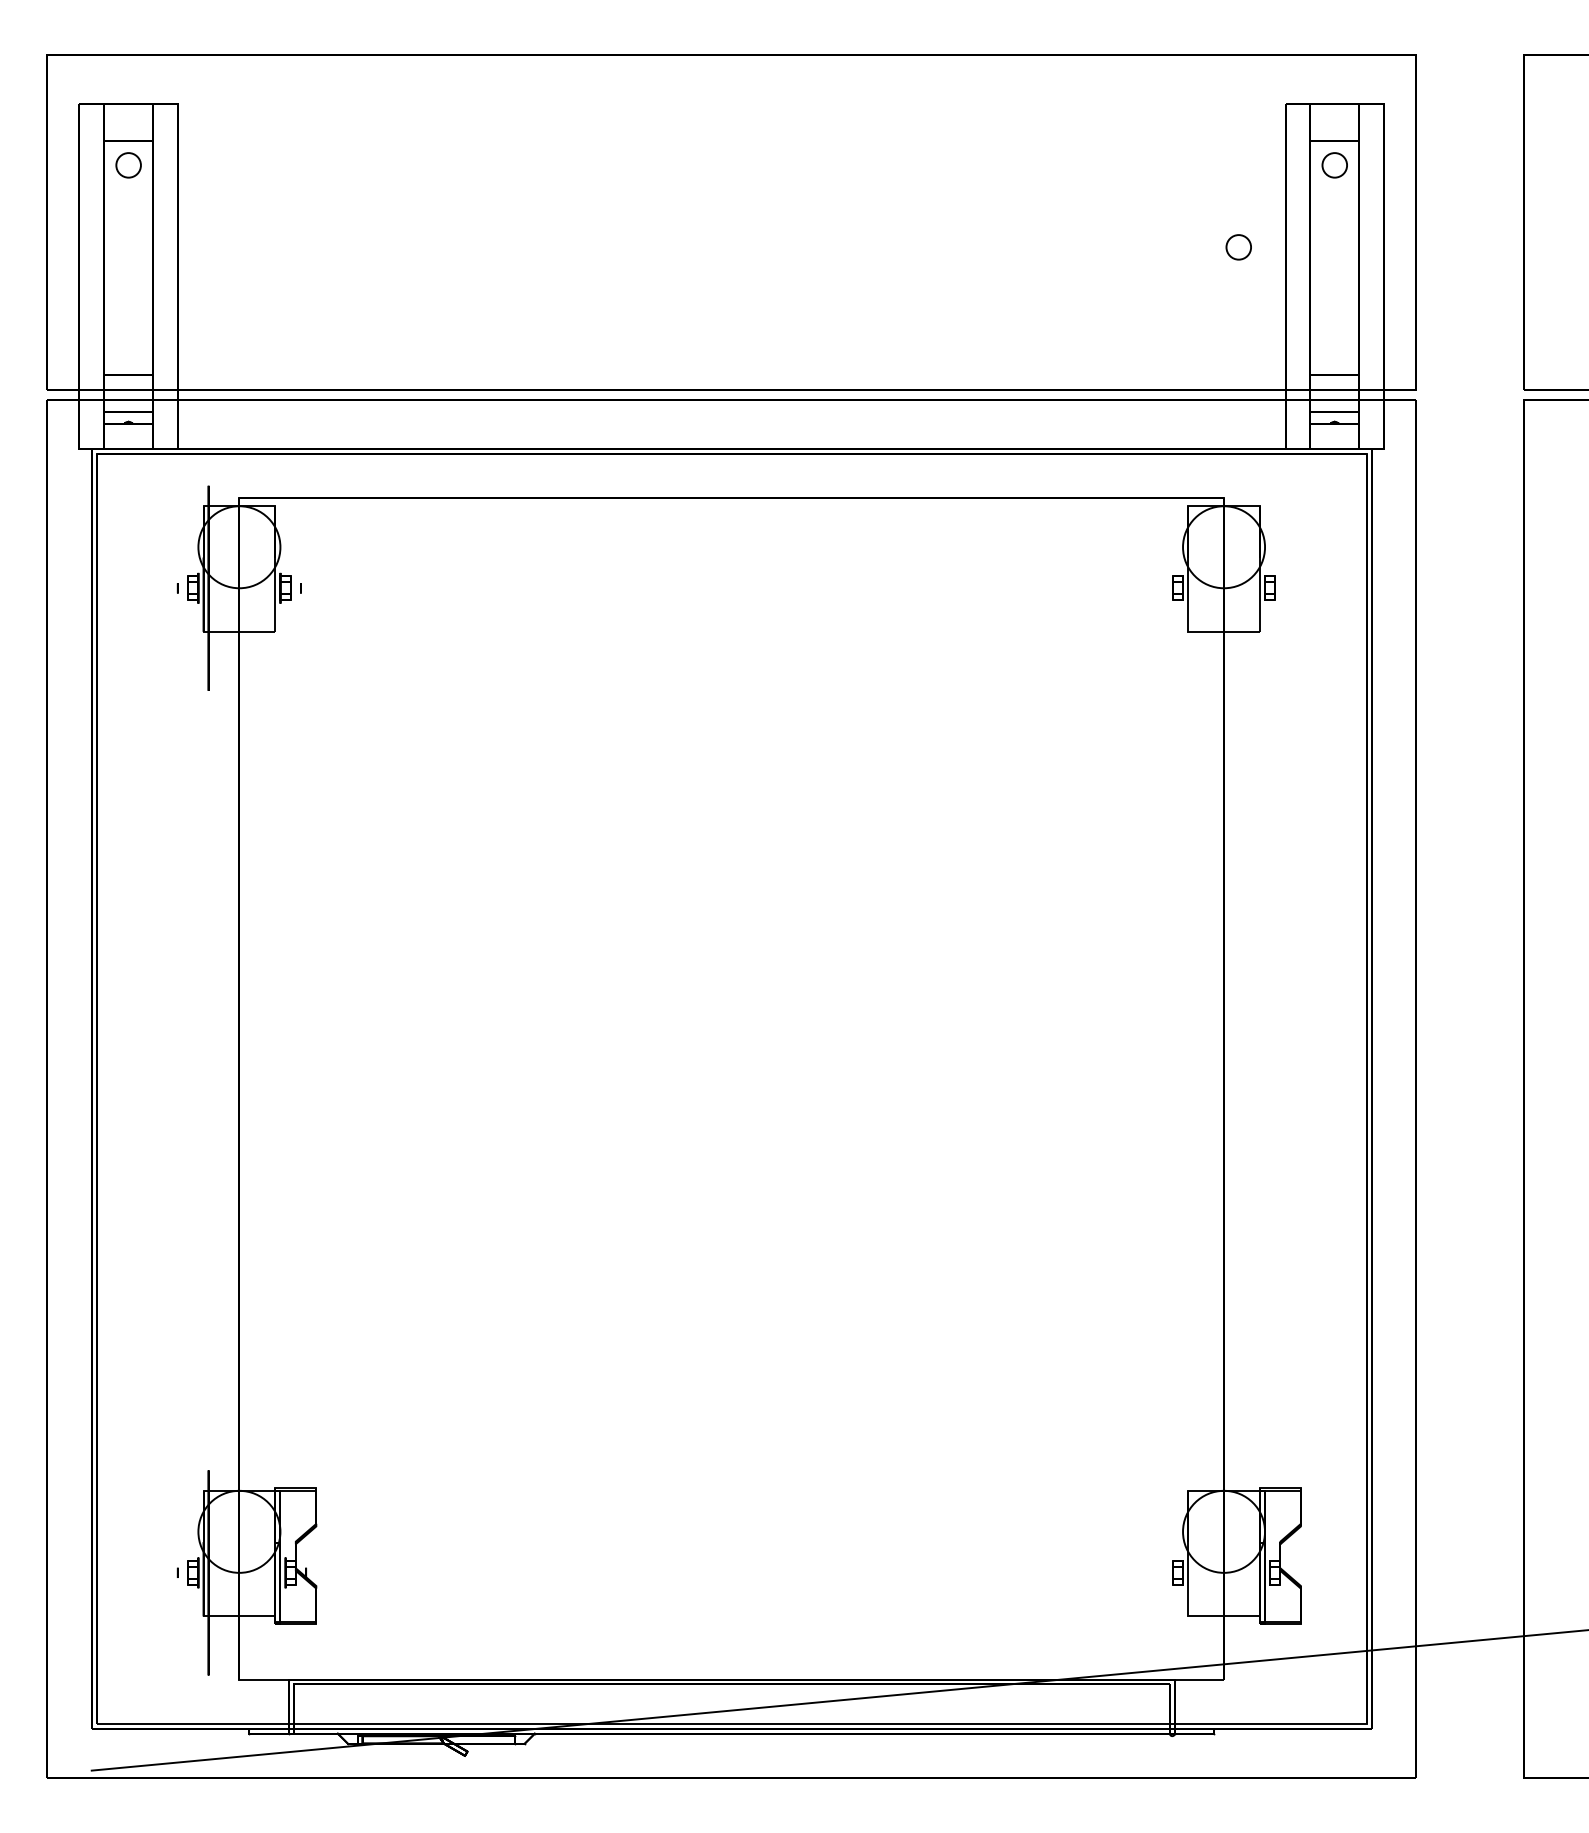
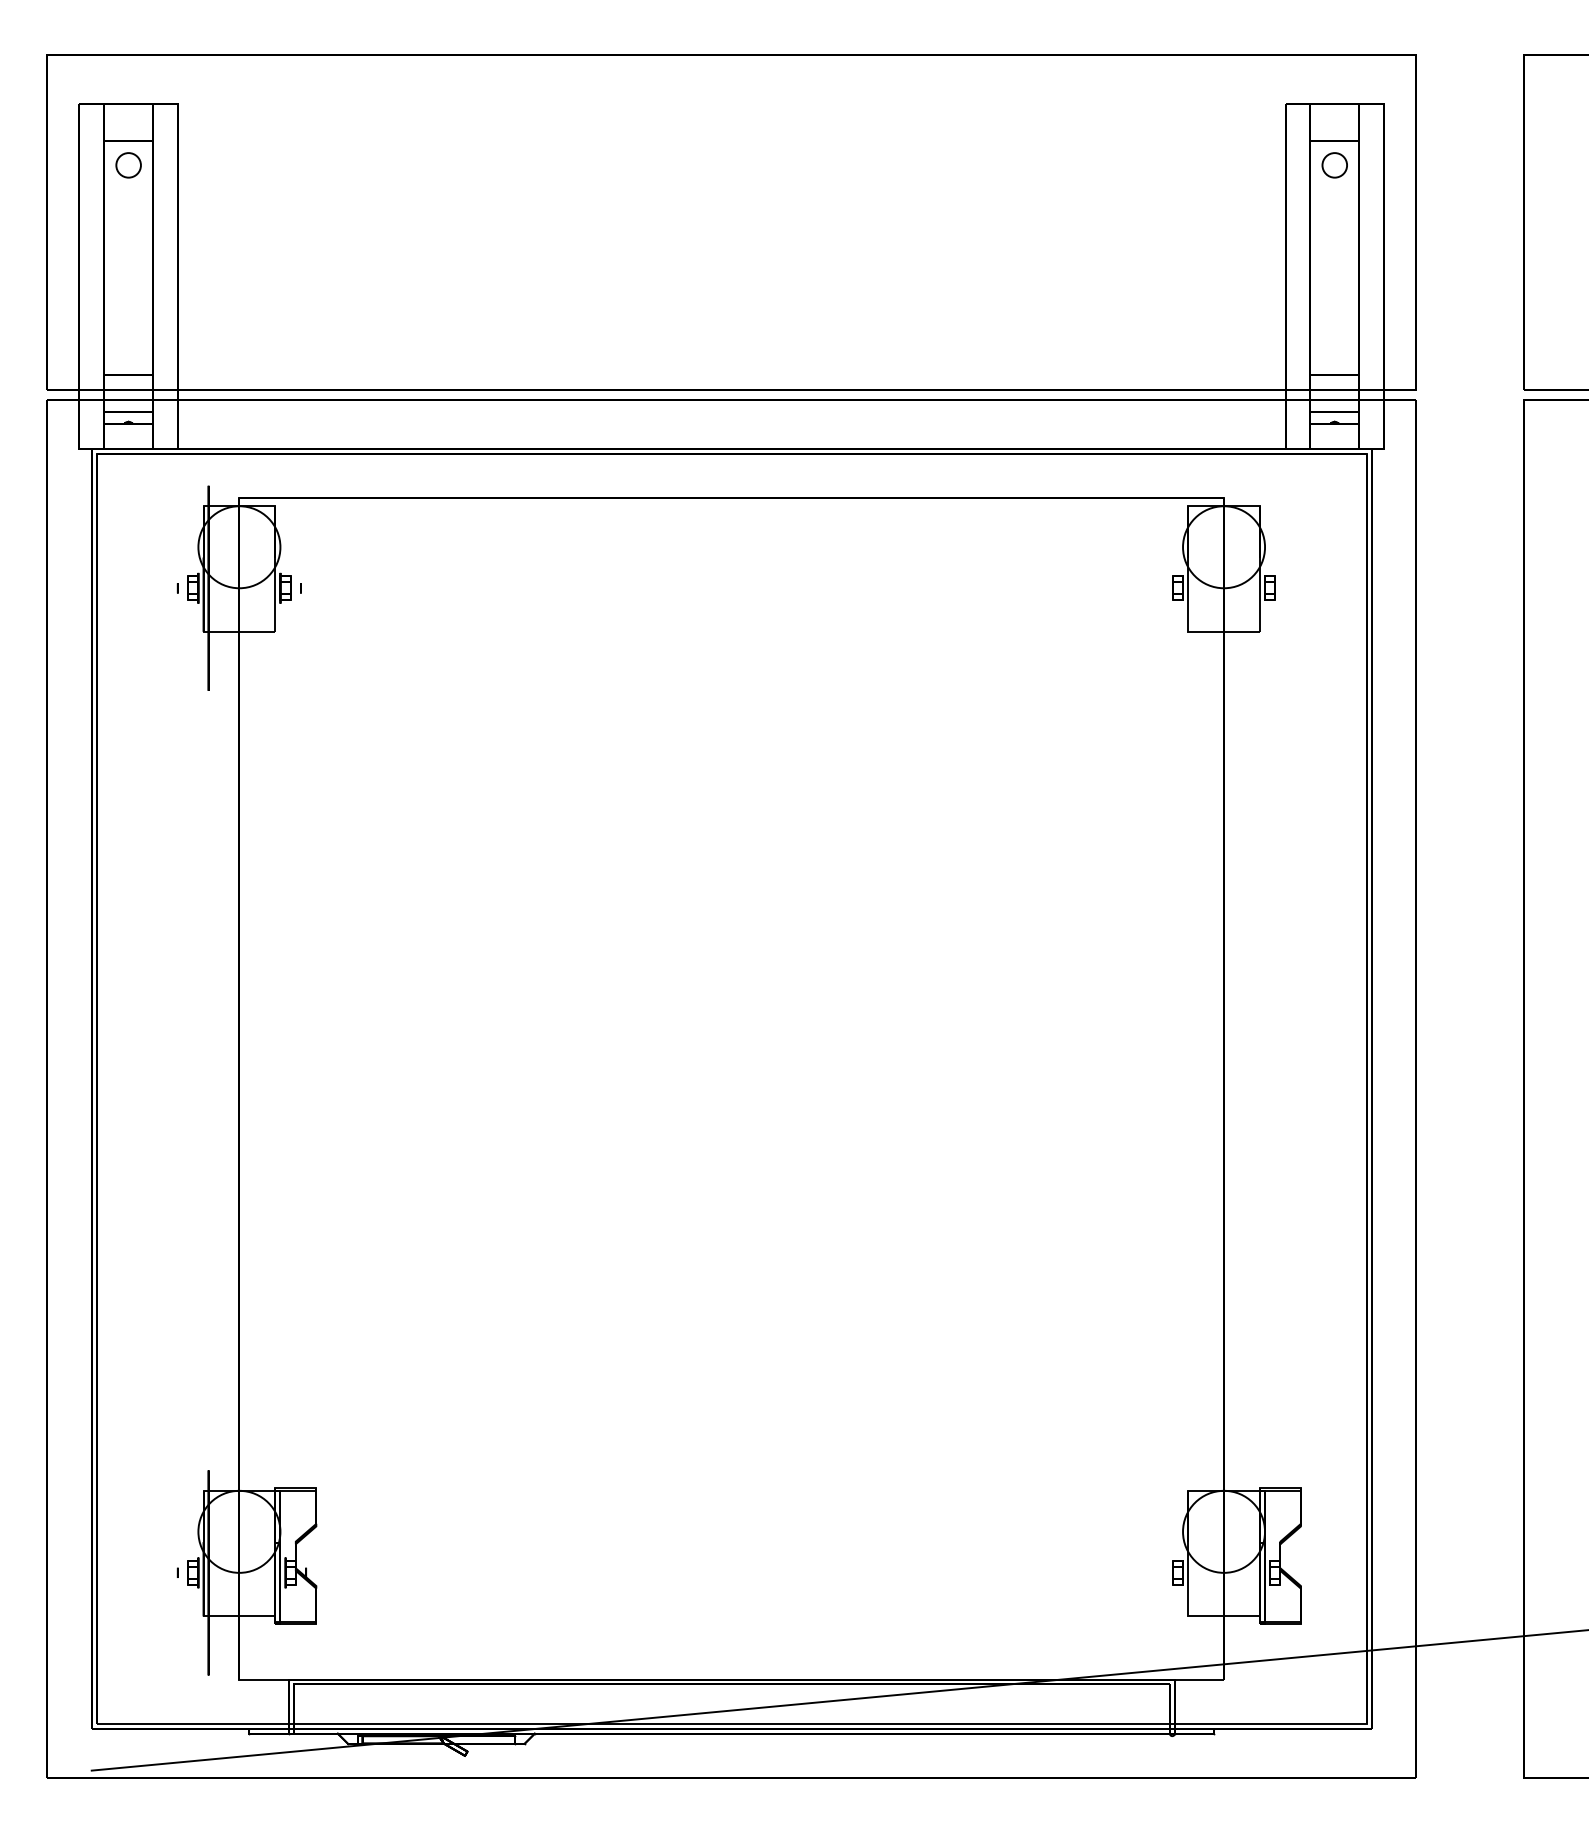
circle at (1238, 247): present -> none
